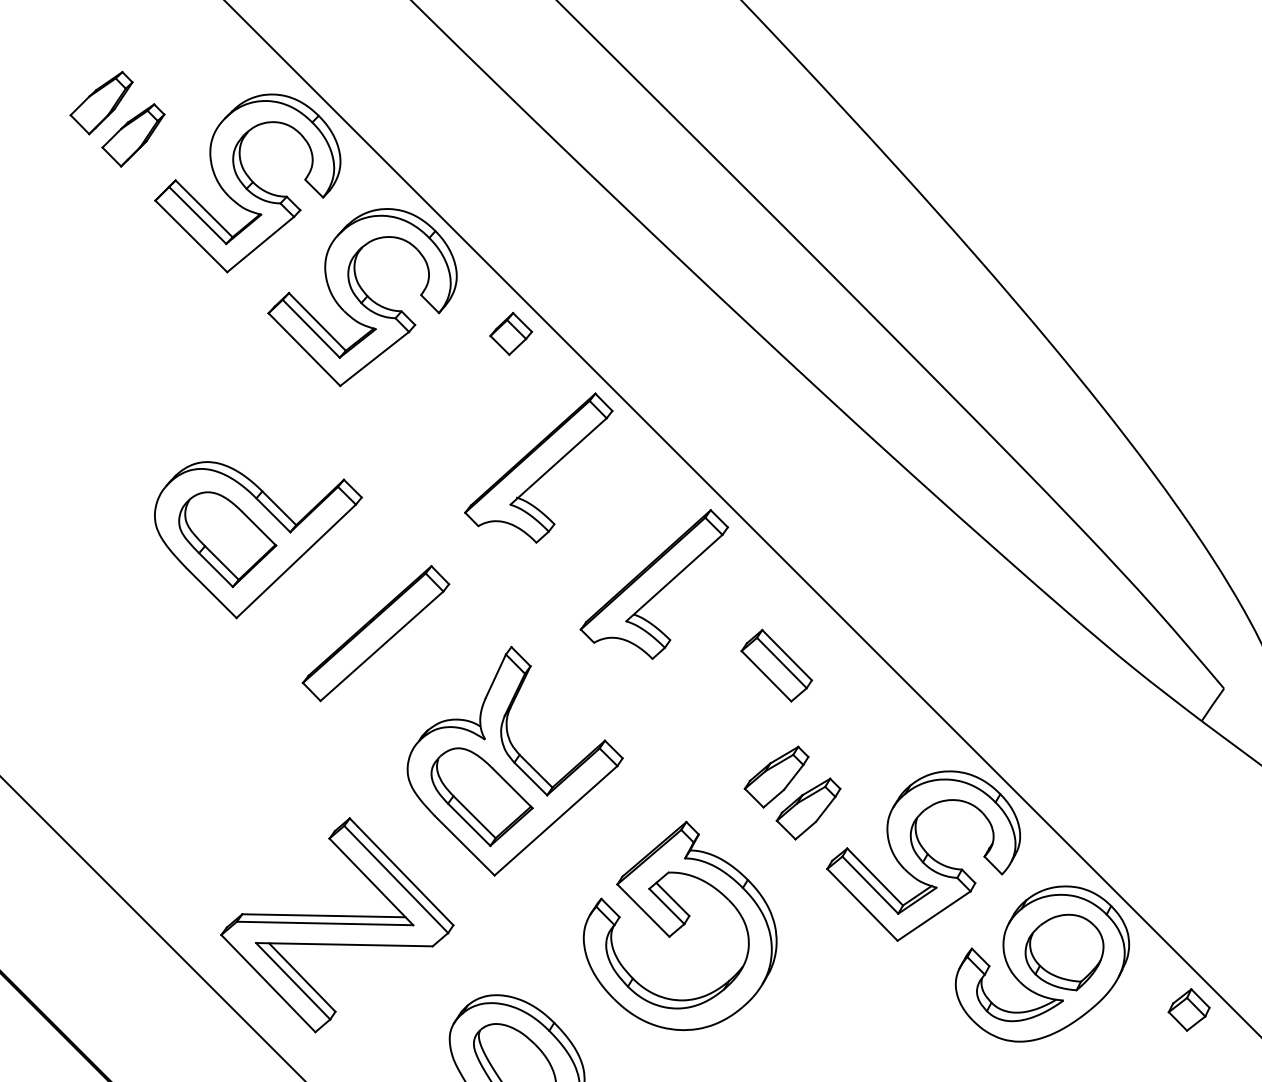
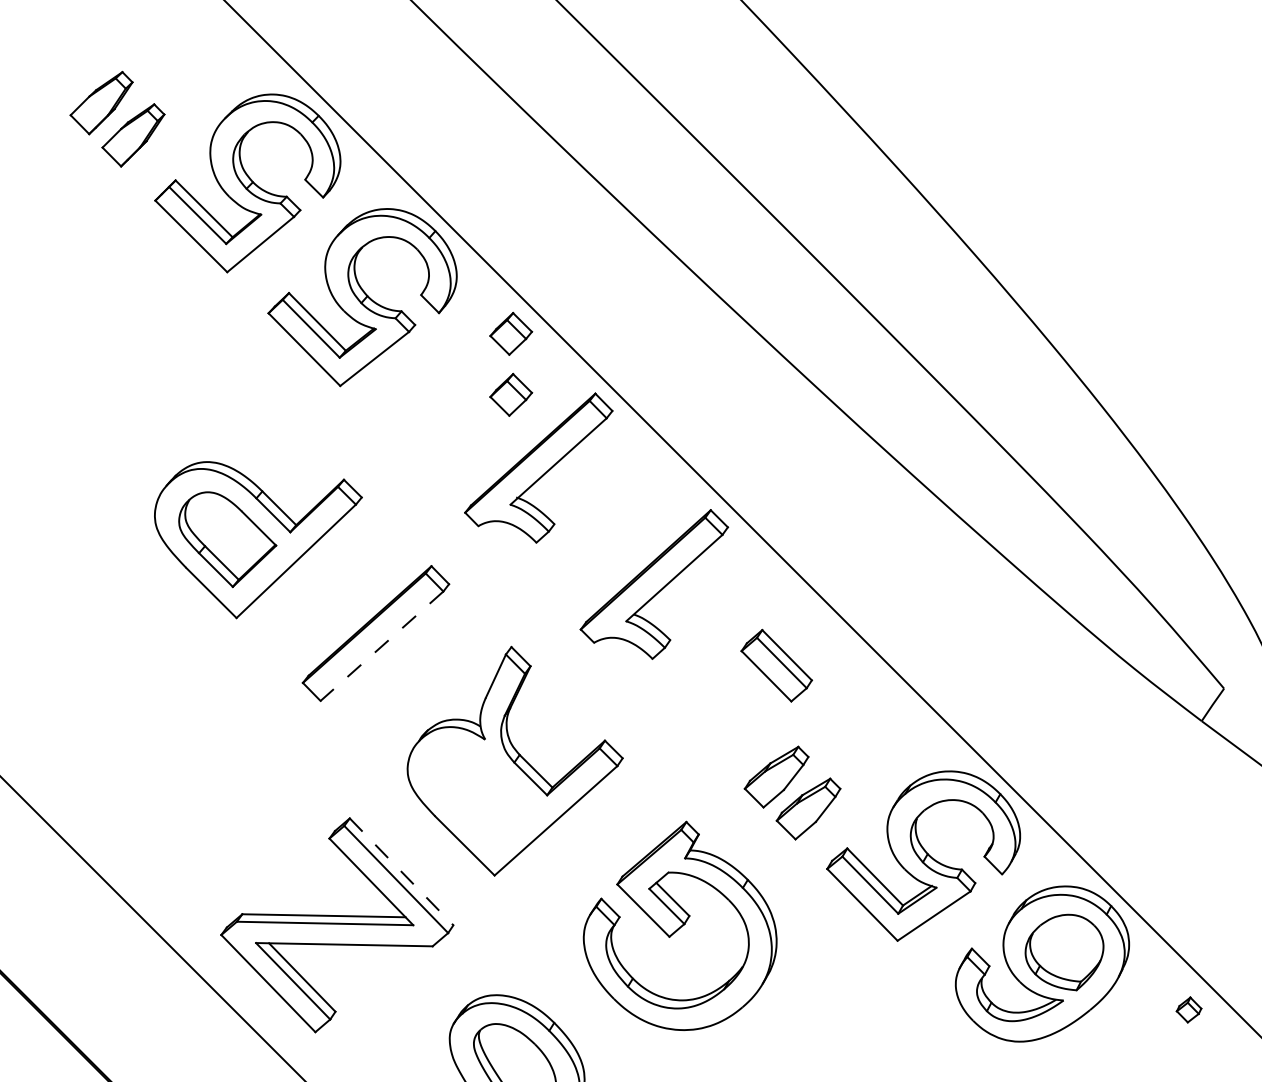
part at (511, 394): none -> present
line at (381, 646): solid -> dashed
part at (481, 797): present -> none
line at (401, 872): solid -> dashed
part at (1188, 1009) size: 44x44 px -> 28x28 px
